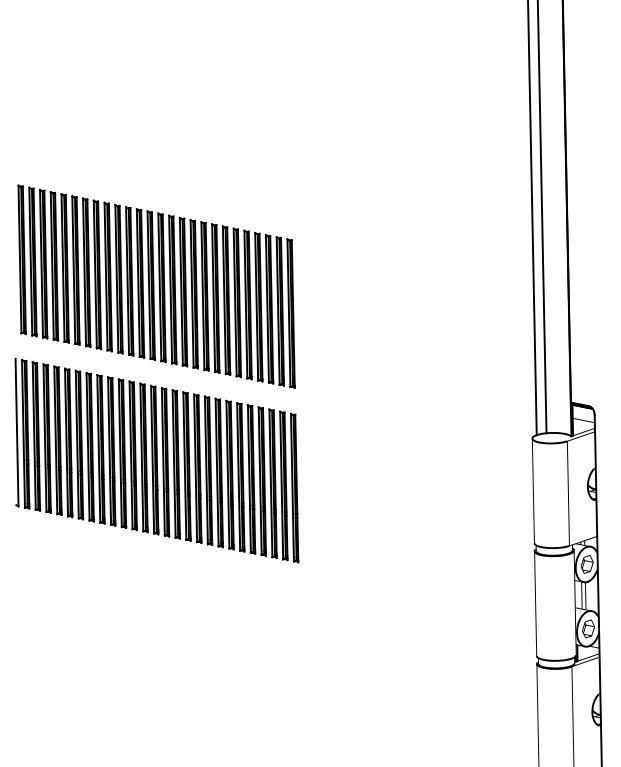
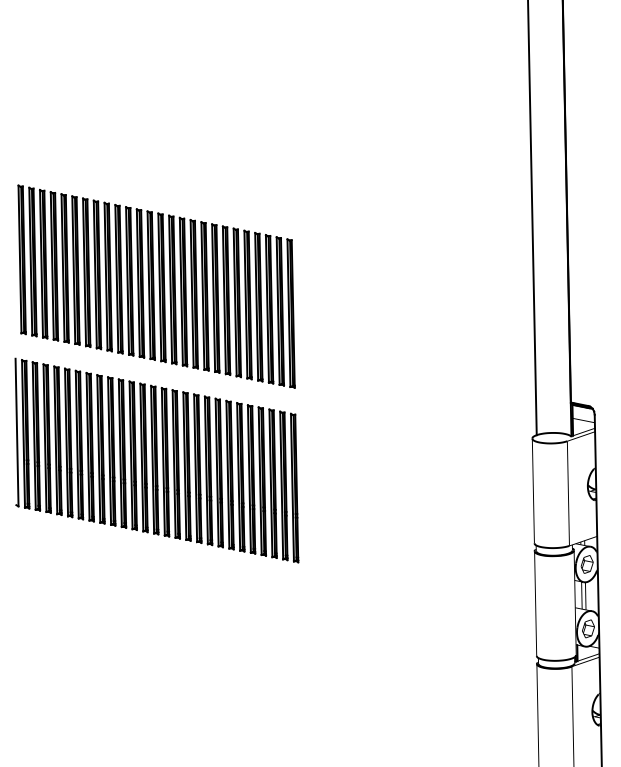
line at (541, 217): present -> none
